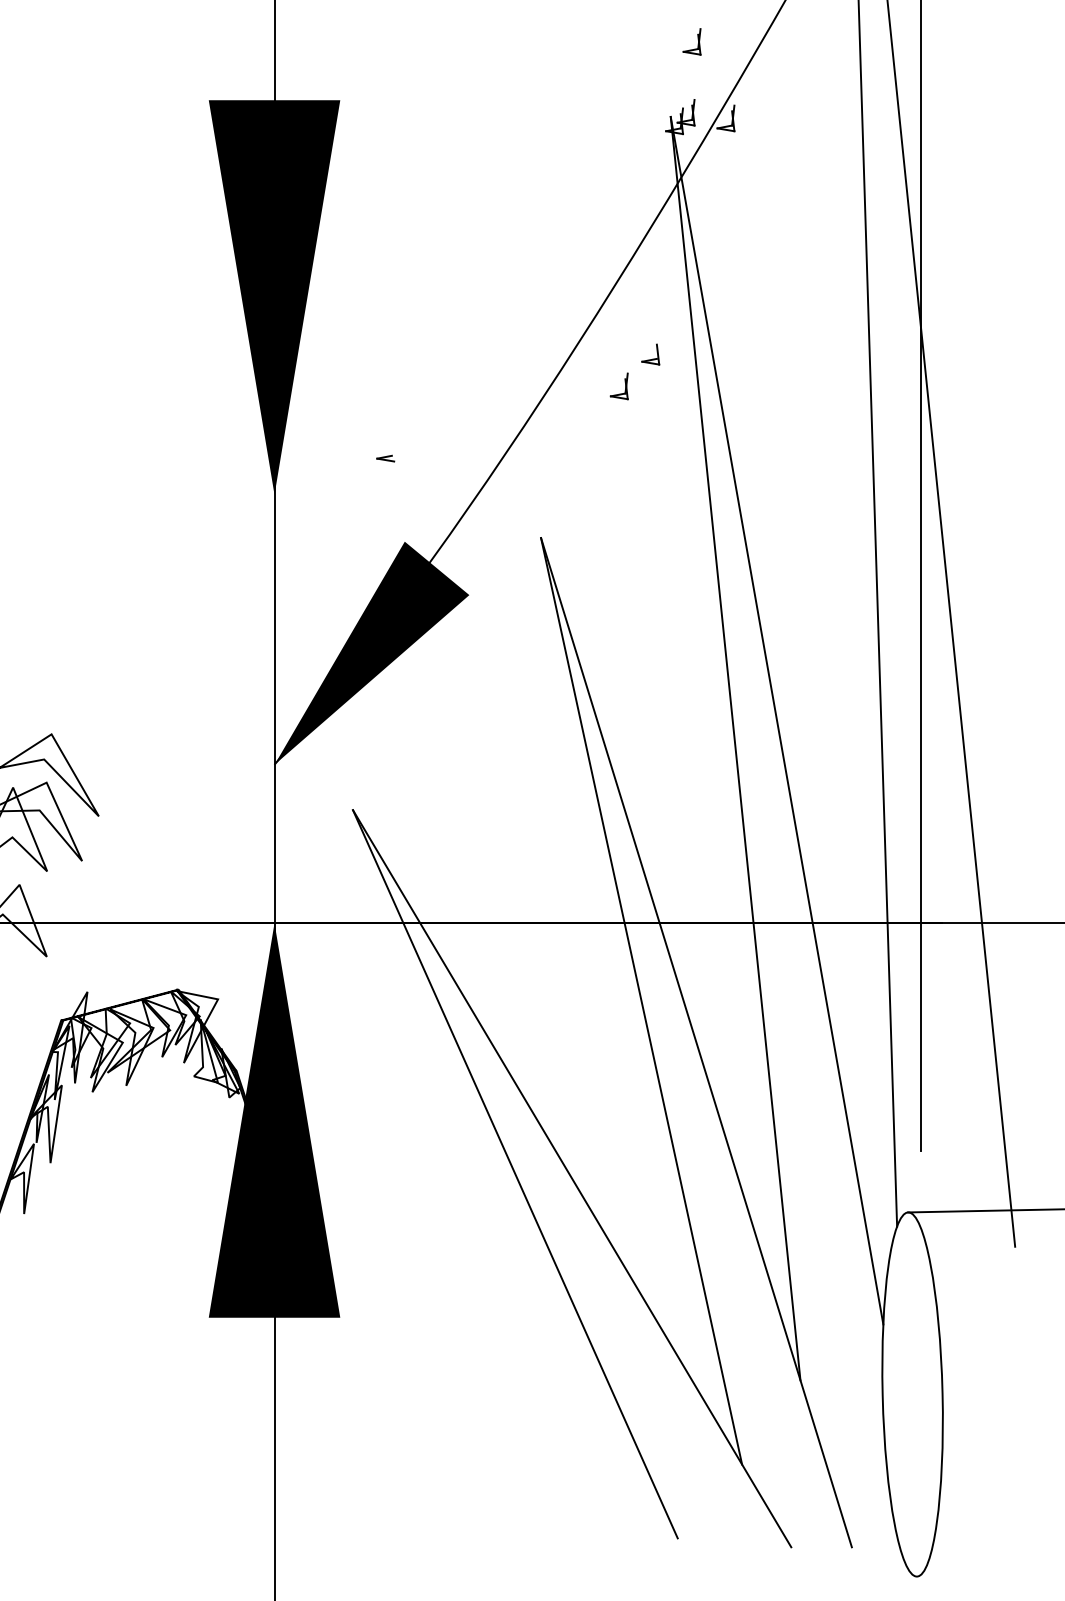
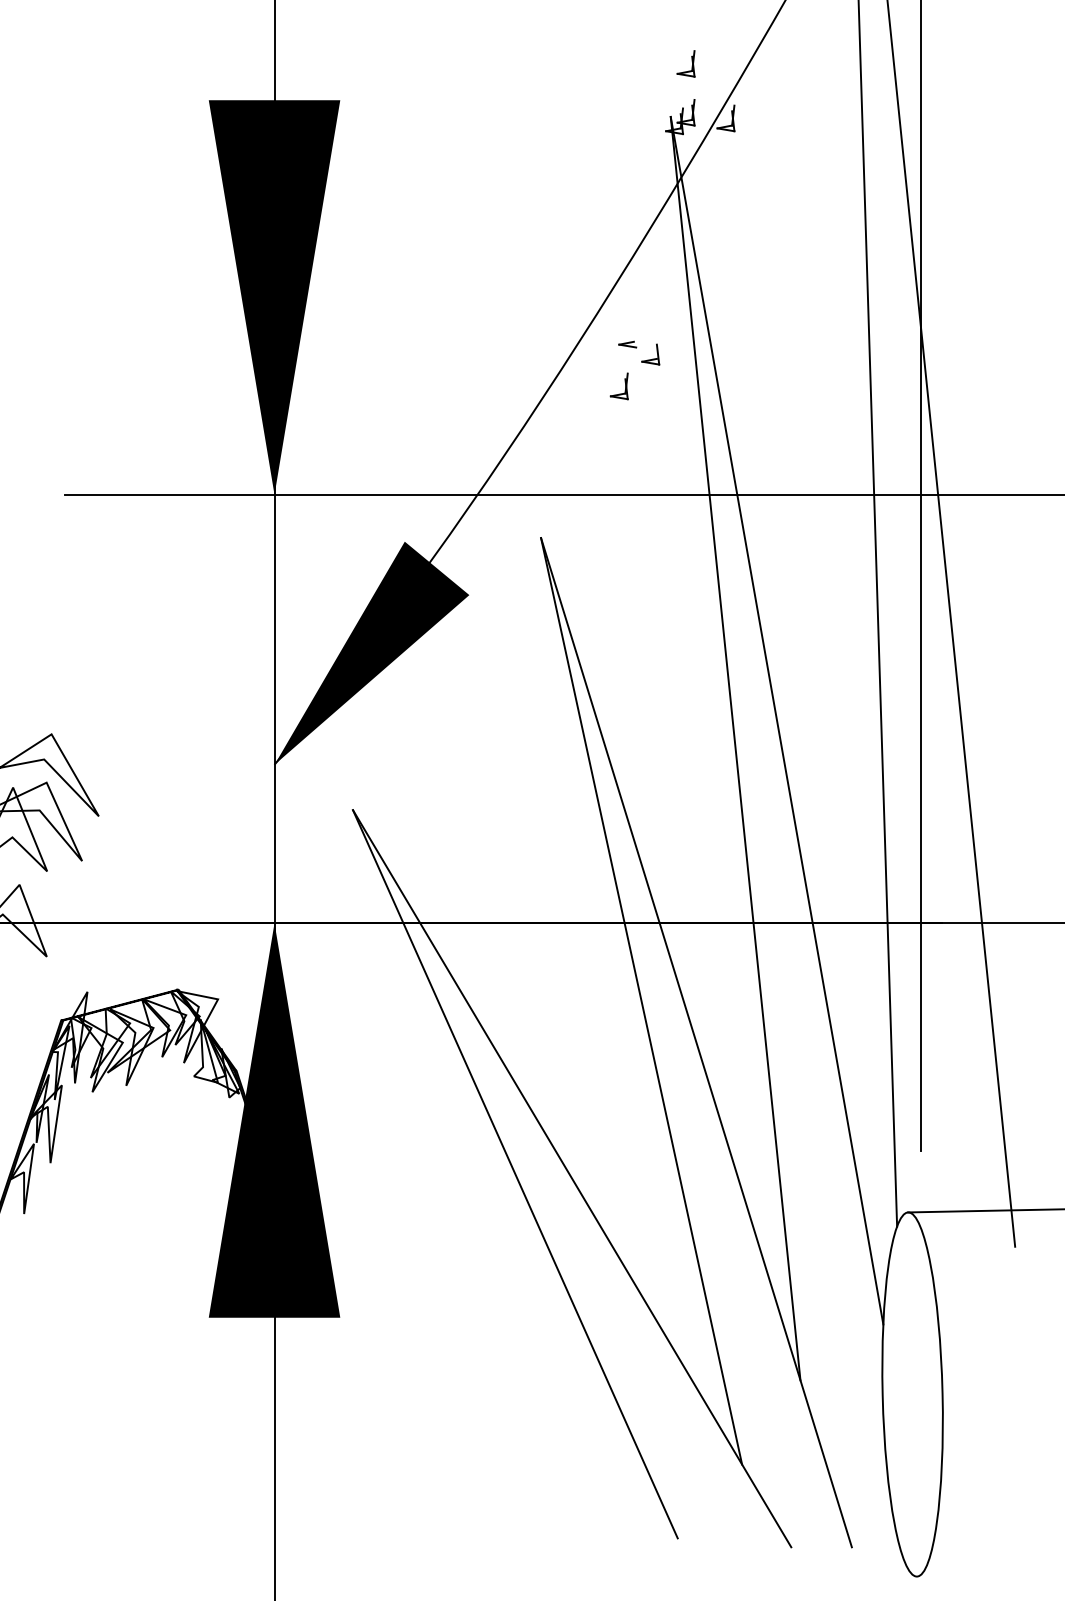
part at (697, 39) position: (697, 39) -> (691, 61)
part at (385, 458) position: (385, 458) -> (627, 344)
line at (563, 494): none -> present
